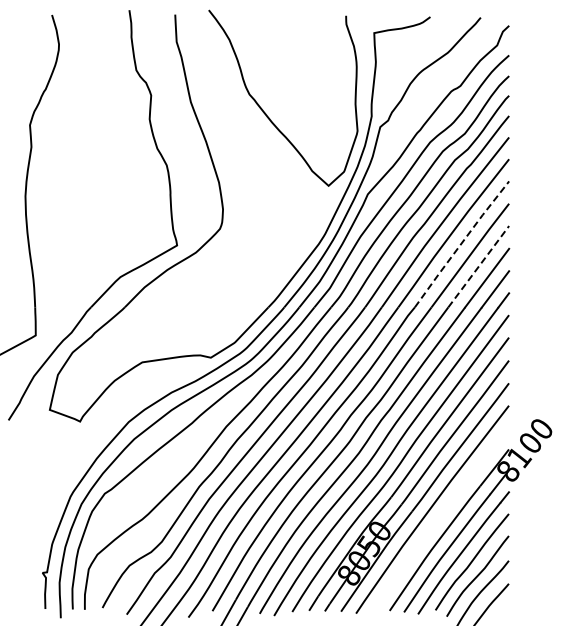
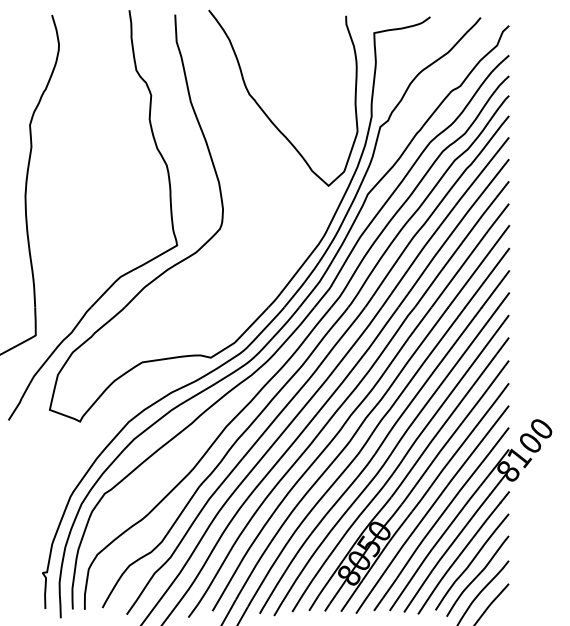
line at (461, 243): dashed -> solid
line at (478, 266): dashed -> solid
curve at (440, 518): none -> present
